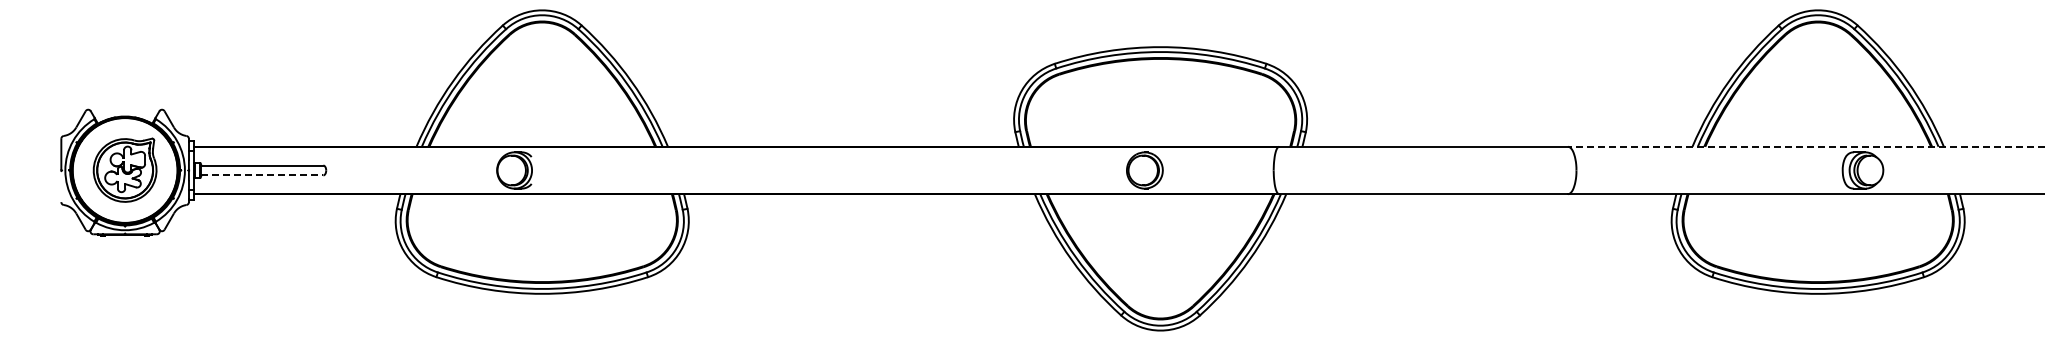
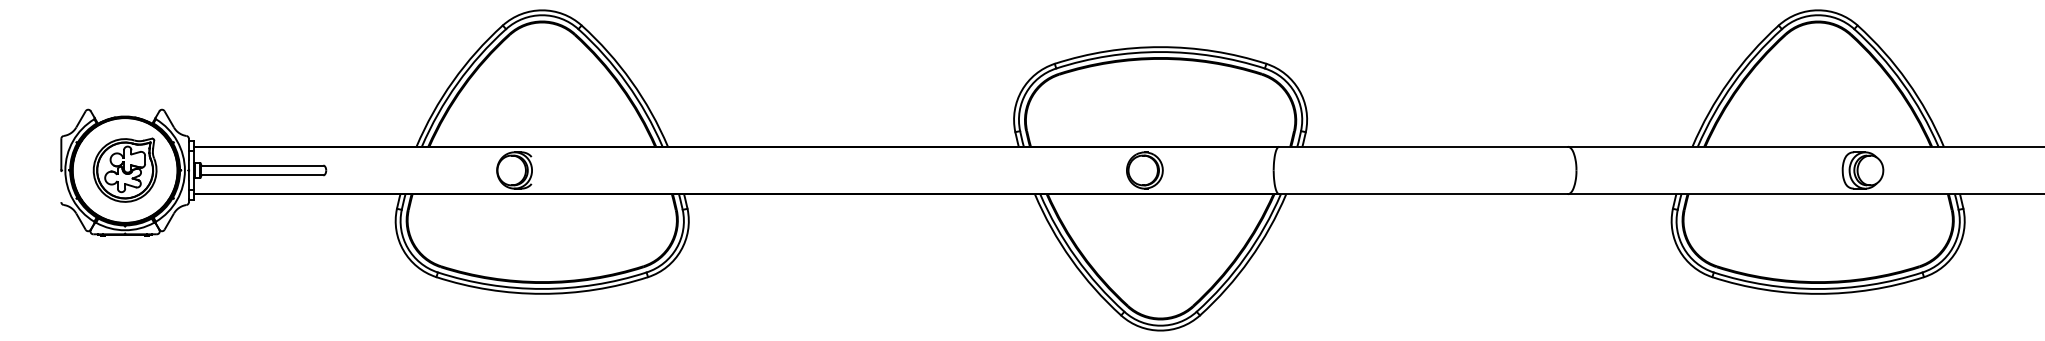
line at (1805, 146): dashed -> solid
line at (261, 175): dashed -> solid
